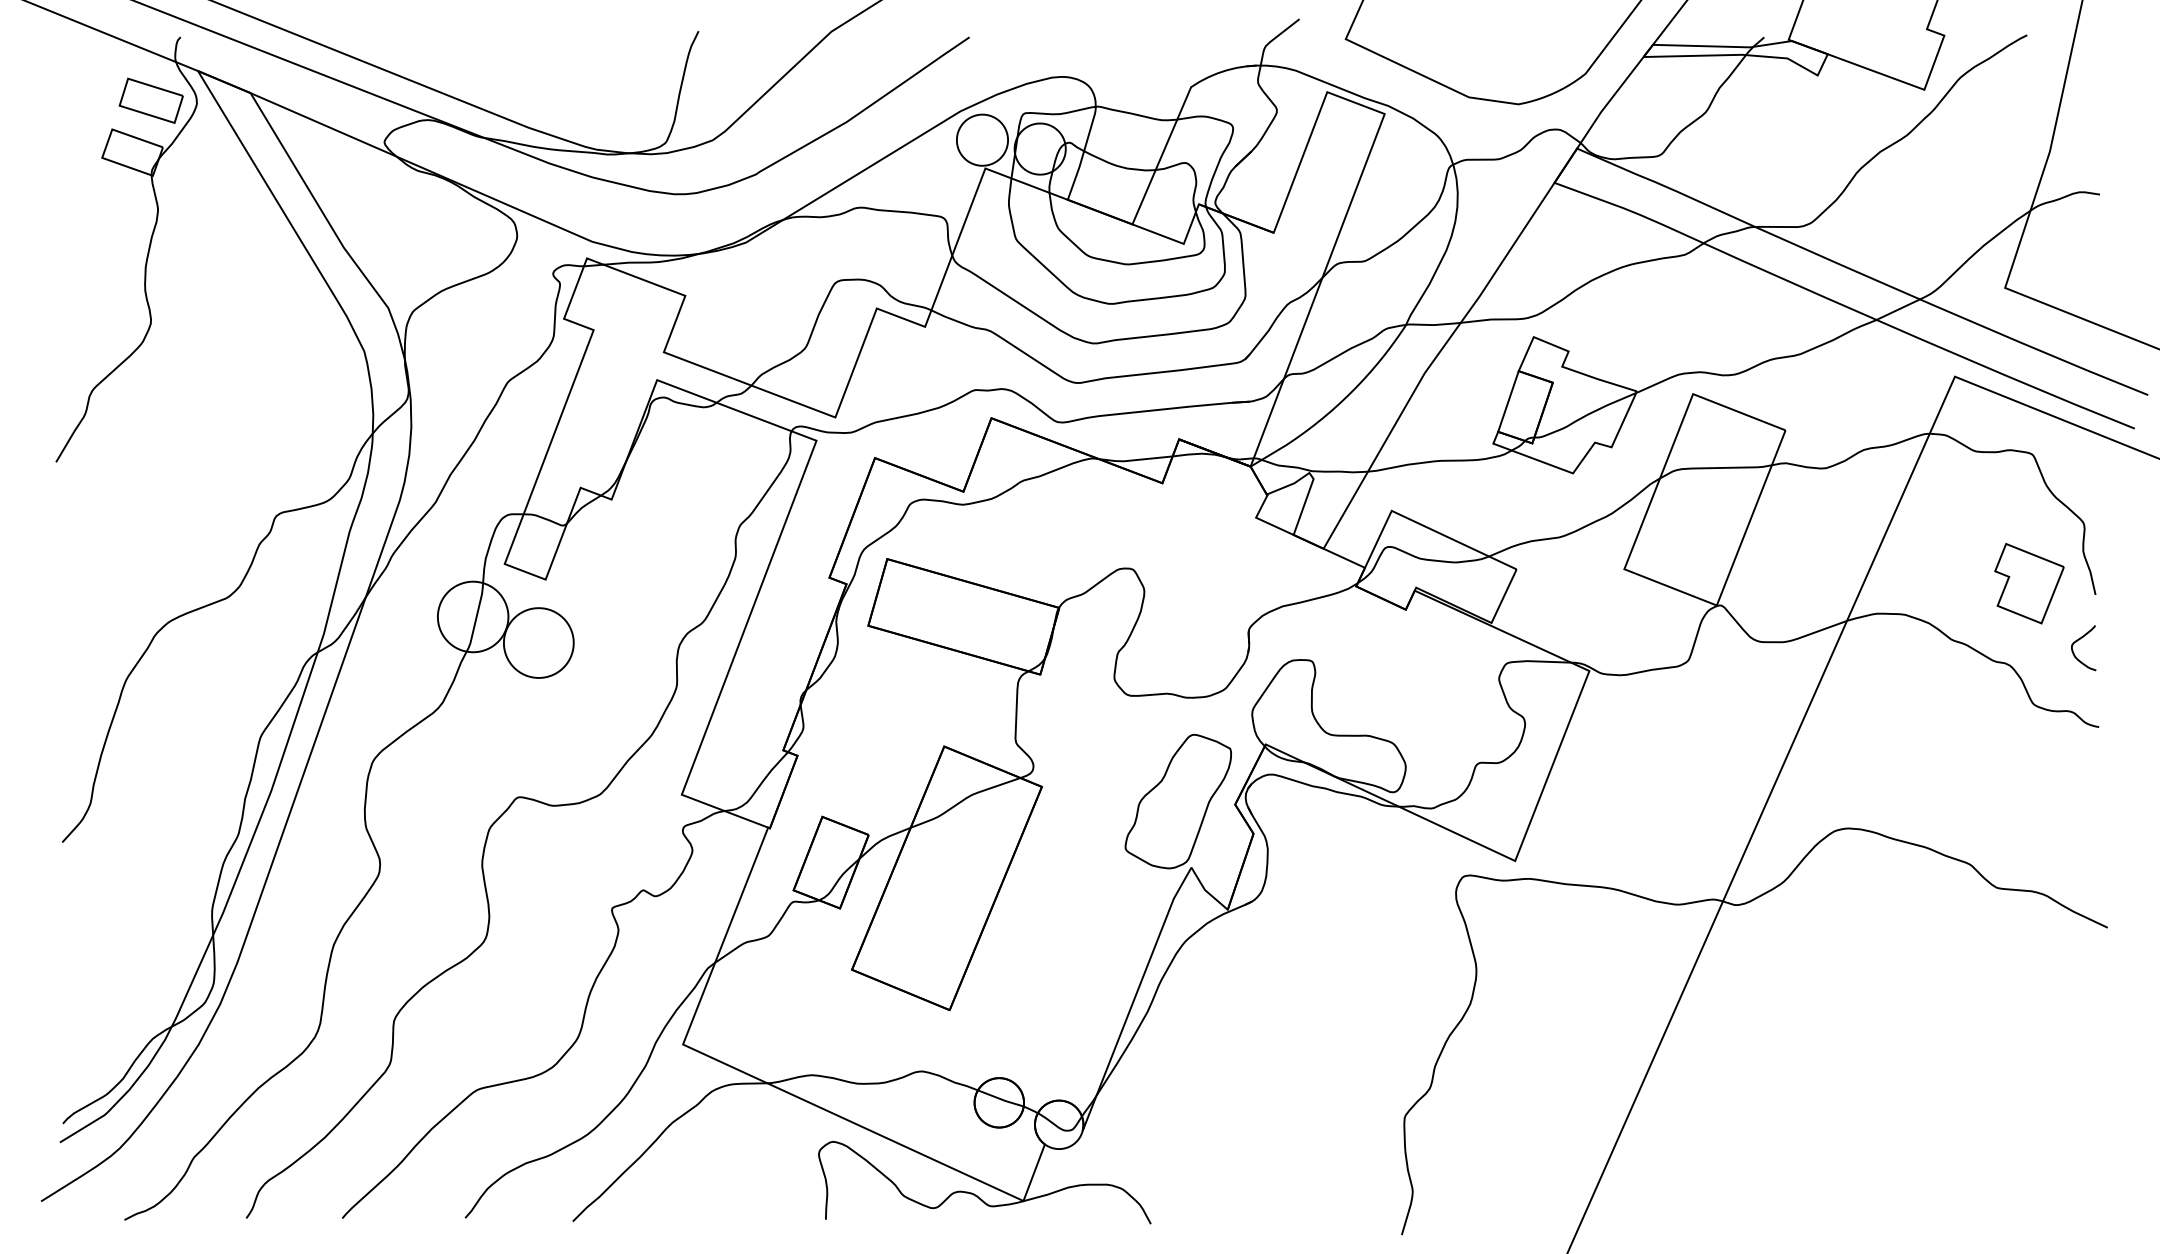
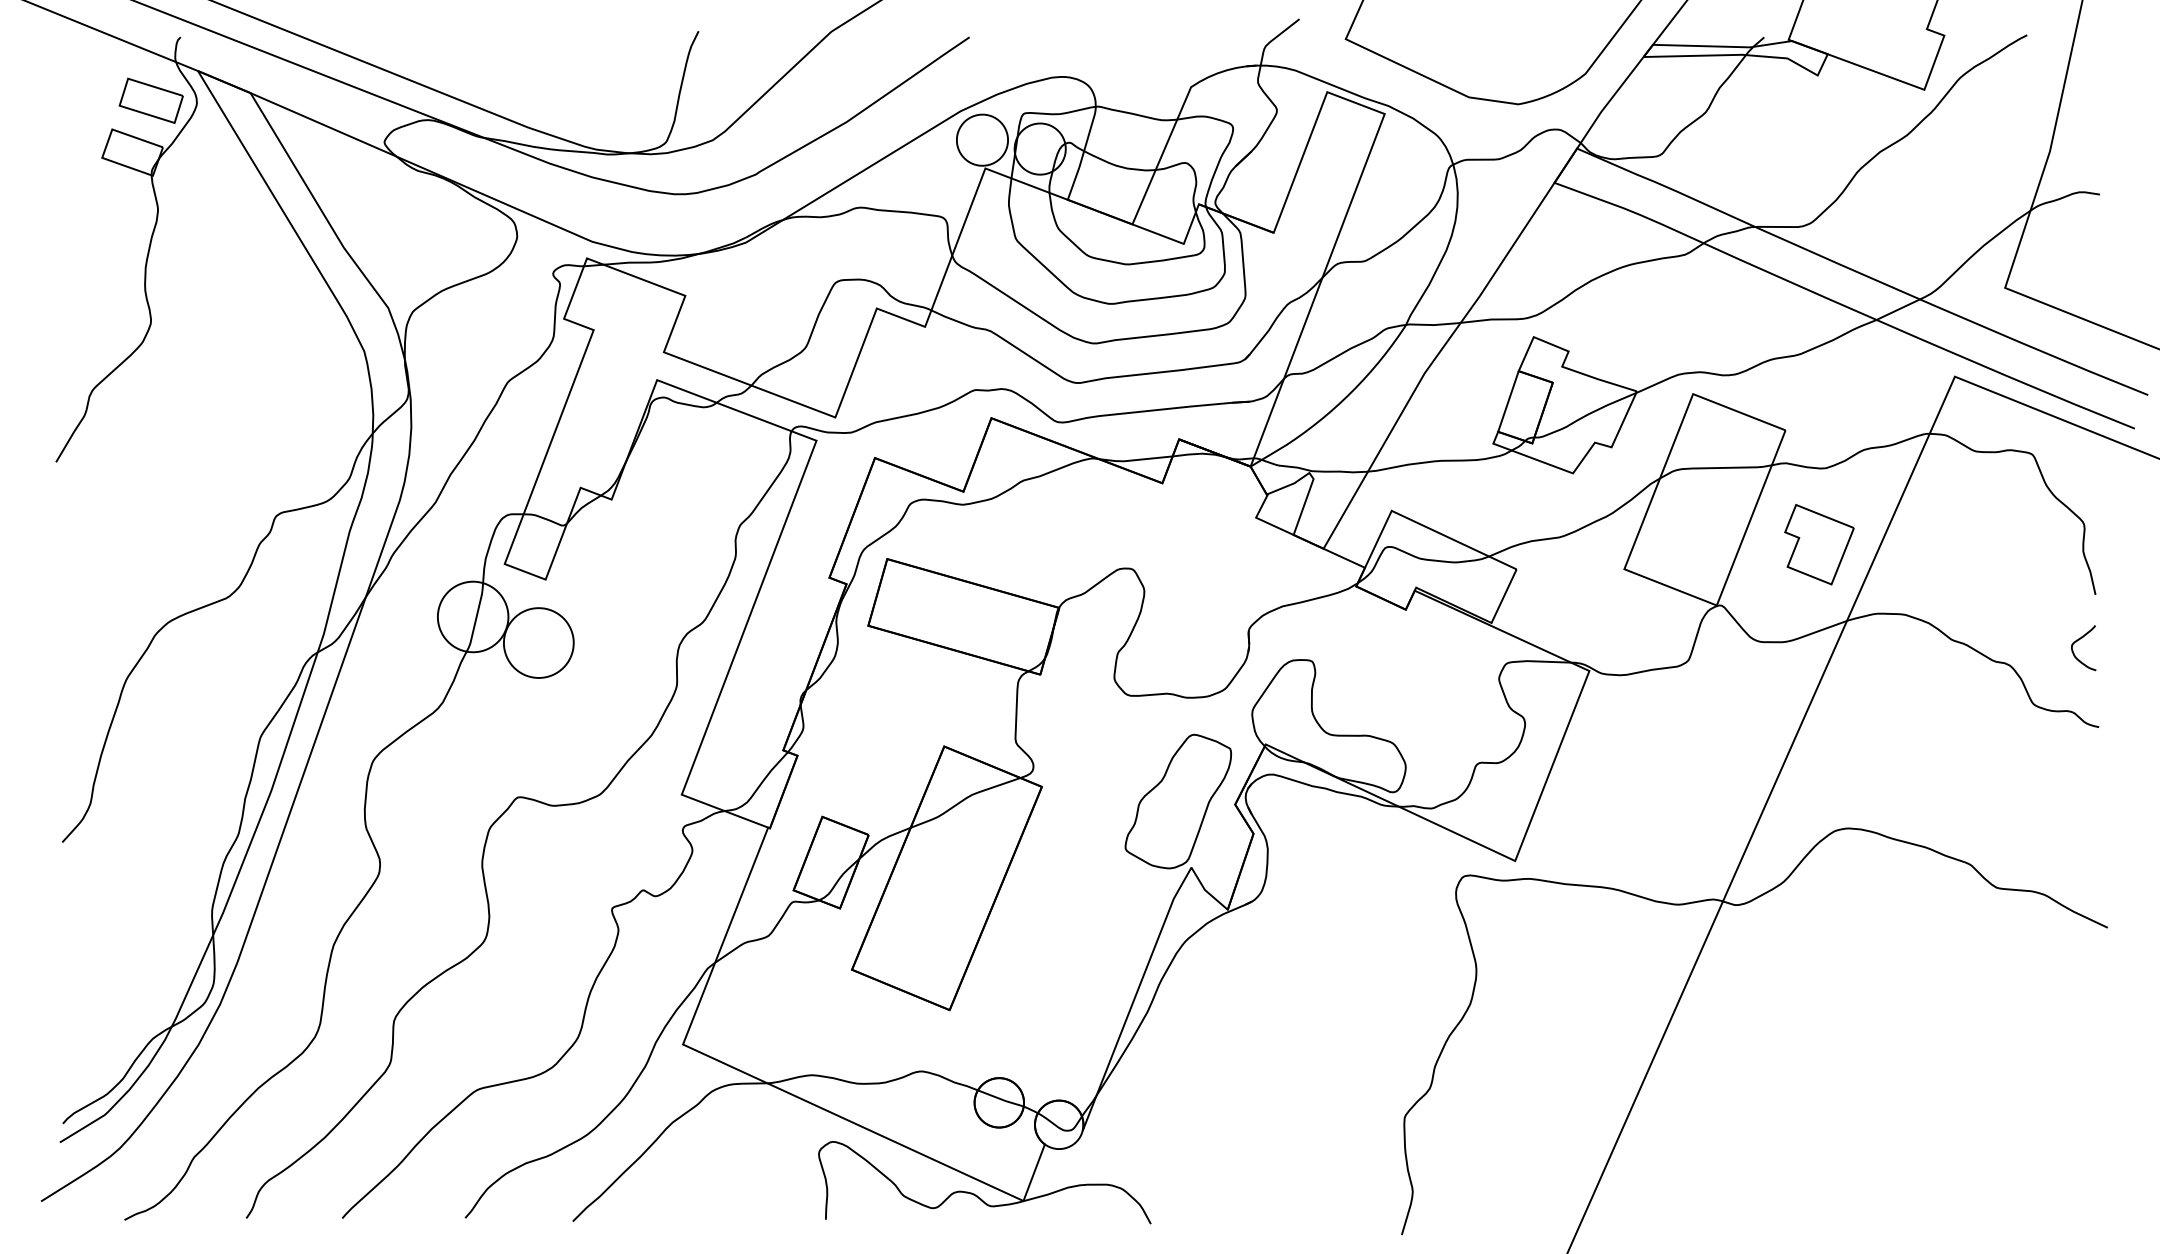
part at (2029, 583) position: (2029, 583) -> (1819, 544)
